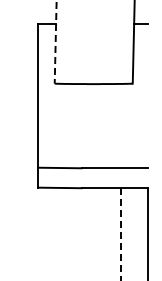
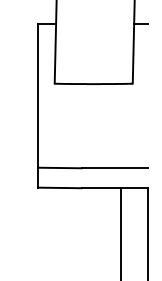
line at (55, 42): dashed -> solid
line at (120, 234): dashed -> solid
